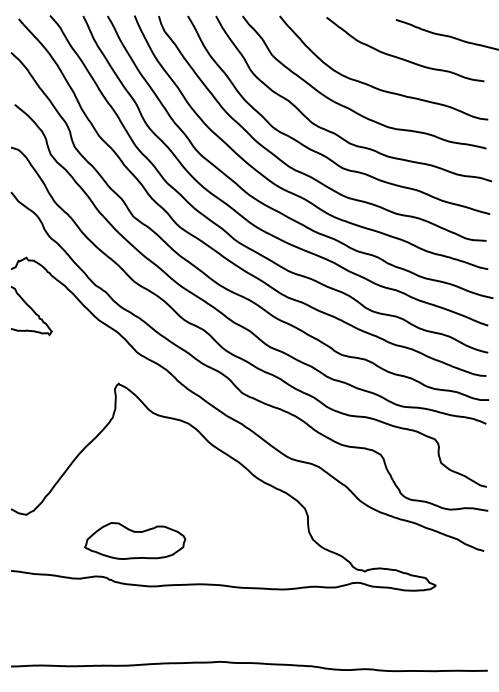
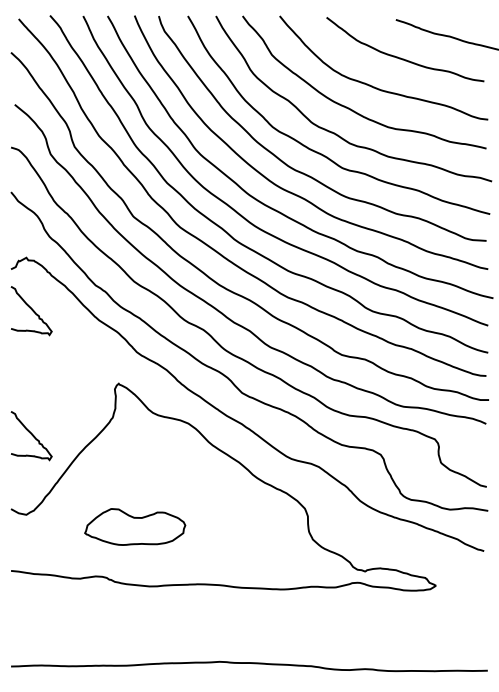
curve at (31, 435): none -> present
part at (135, 540) position: (135, 540) -> (135, 526)
